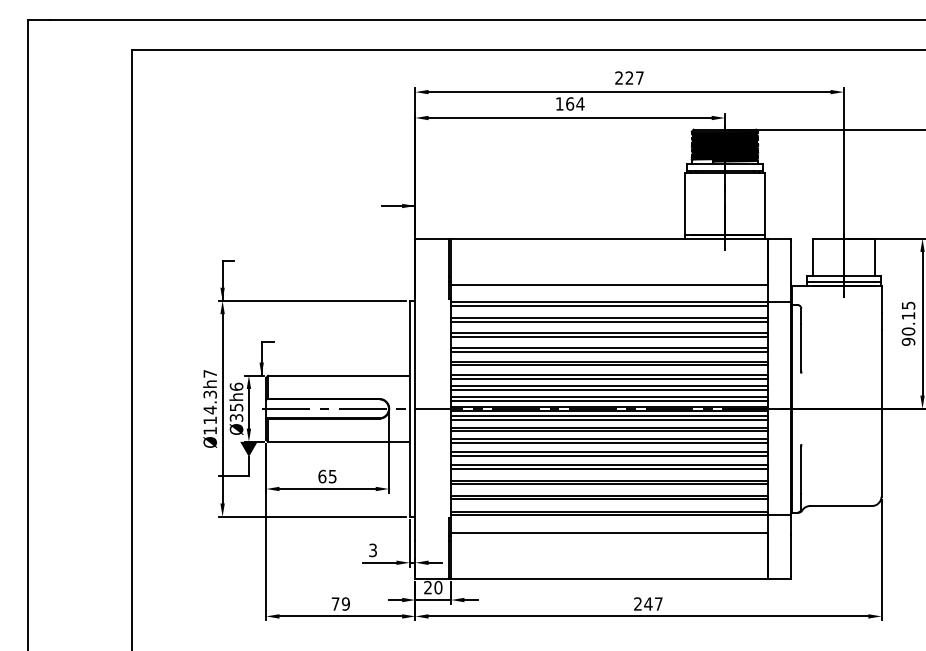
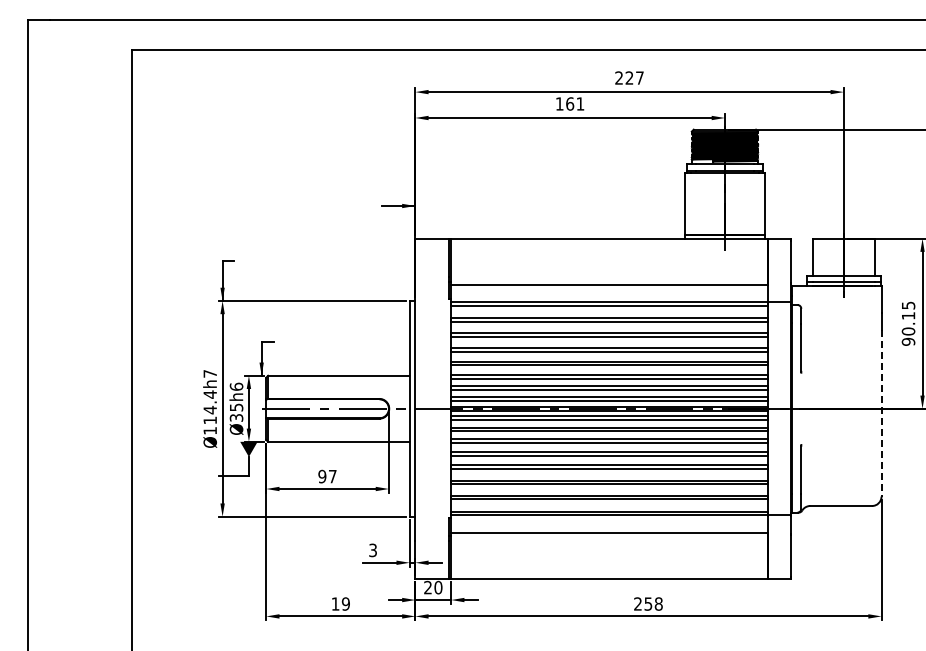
text at (580, 103): 164 -> 161
text at (210, 394): Ø114.3h7 -> Ø114.4h7
line at (881, 413): solid -> dashed
text at (327, 476): 65 -> 97
text at (335, 603): 79 -> 19
text at (653, 603): 247 -> 258
